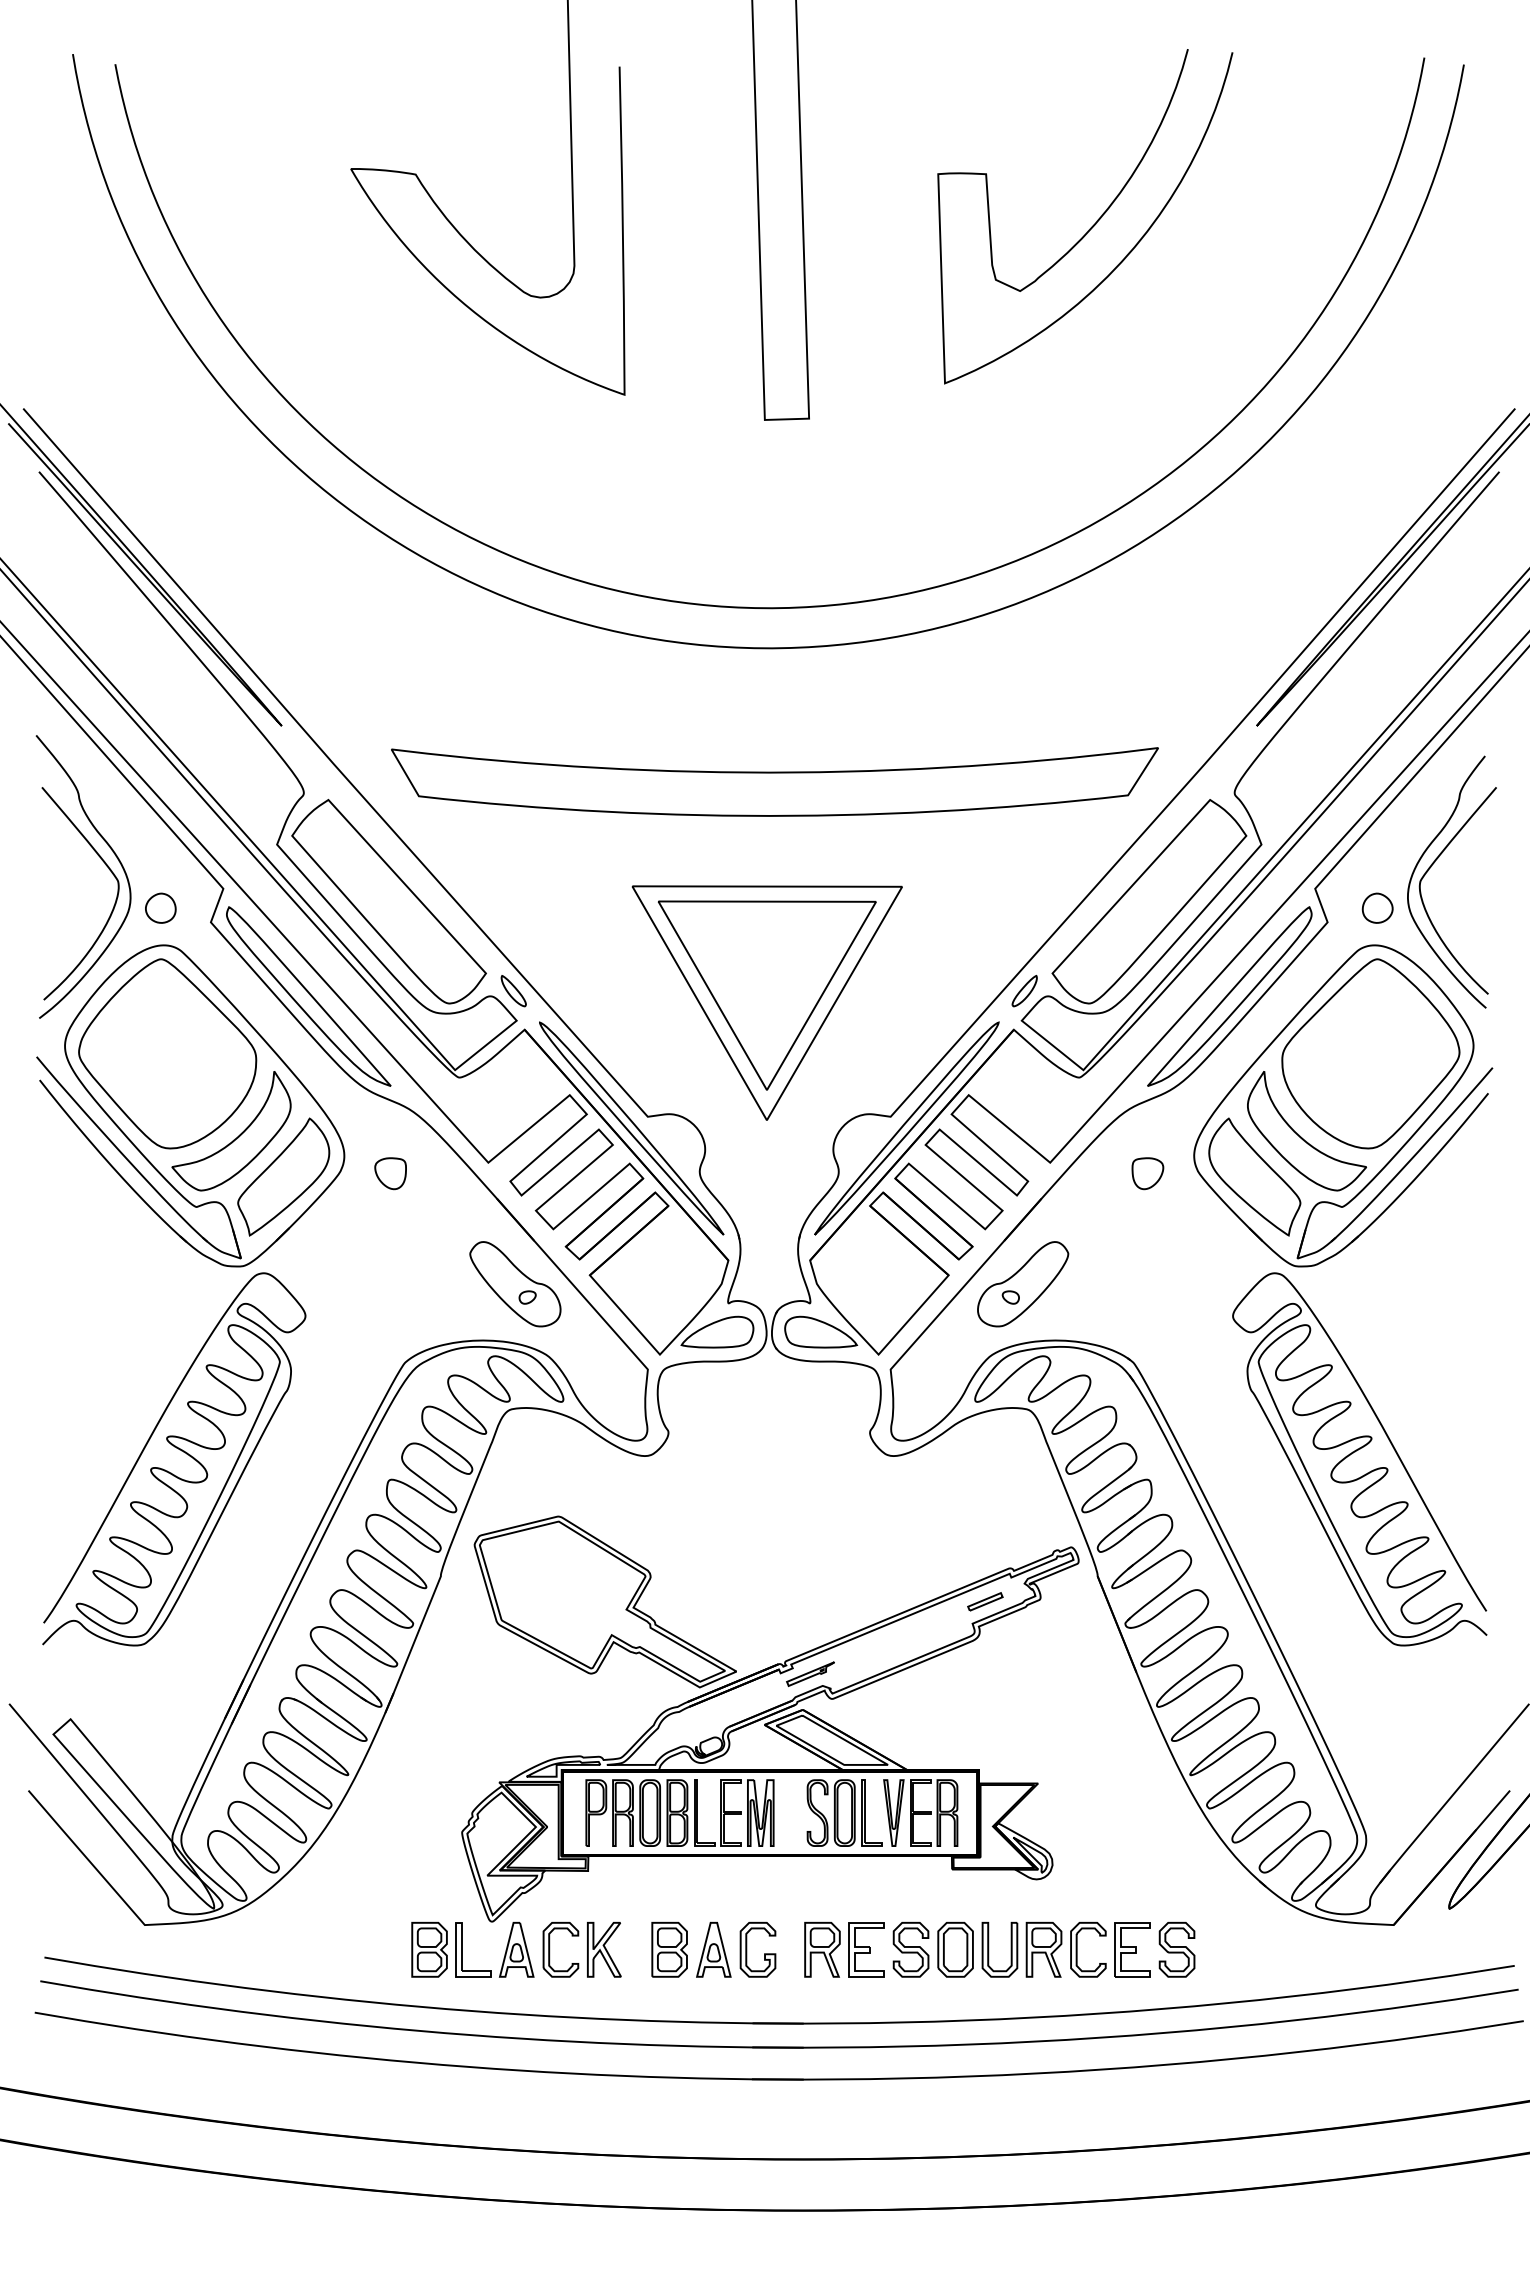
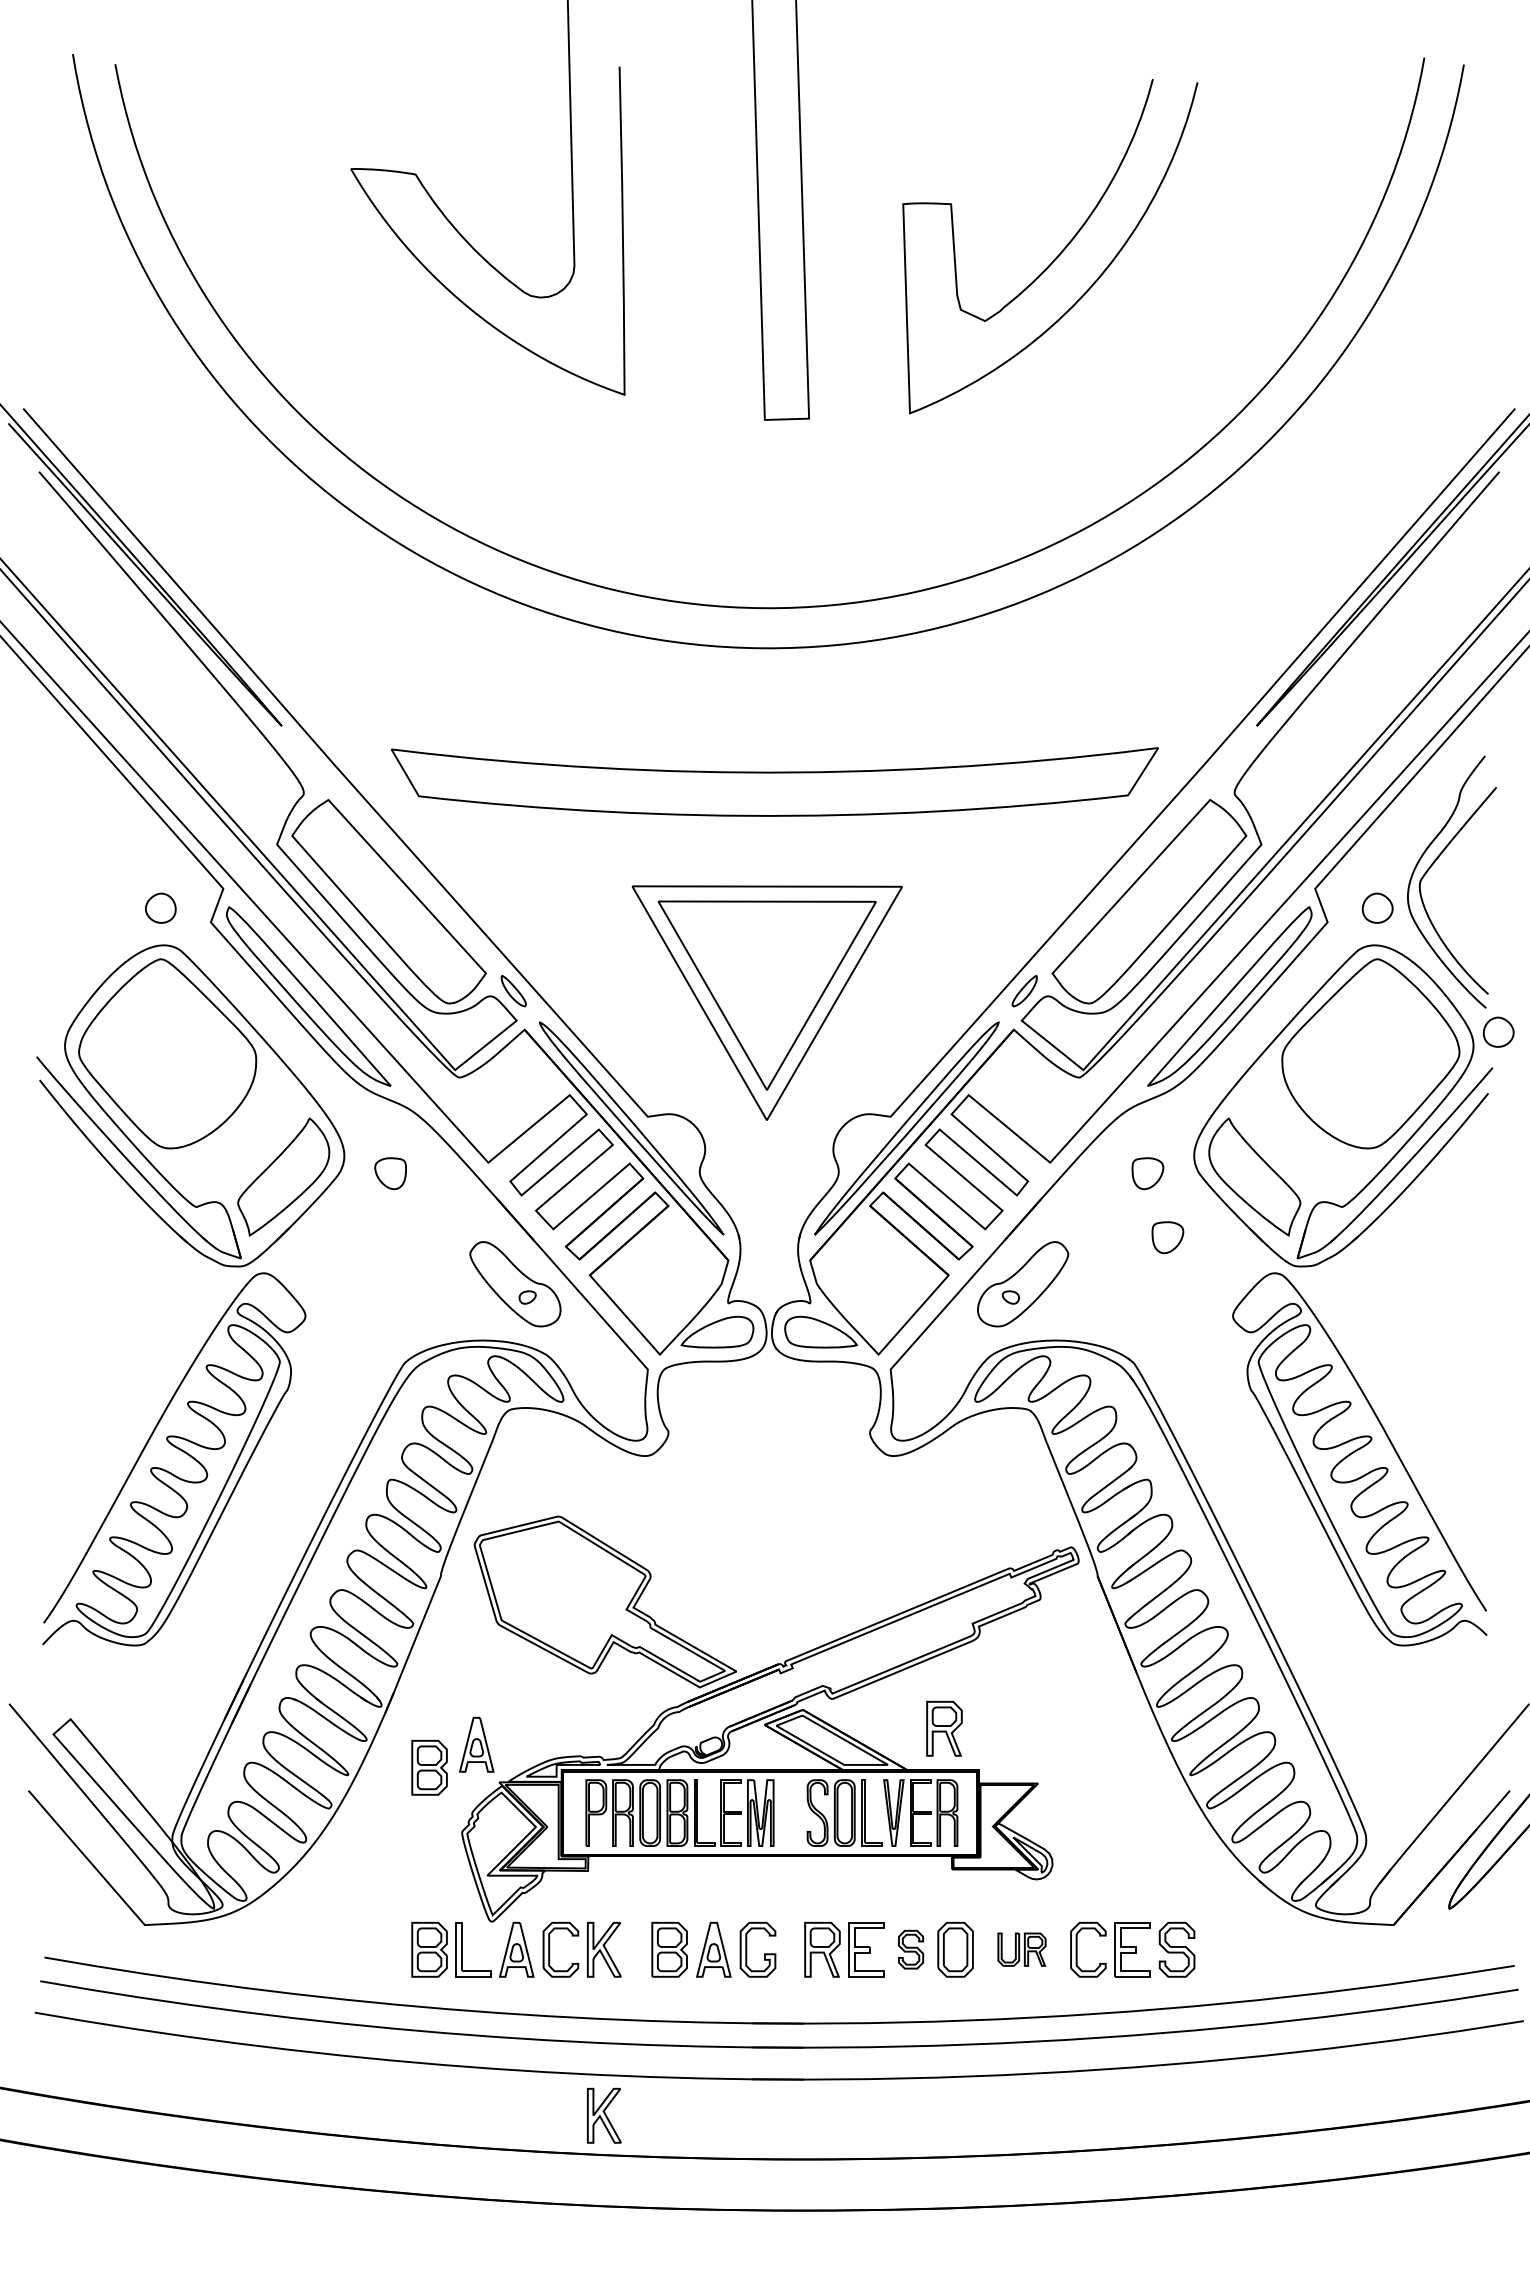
curve at (1093, 224) position: (1093, 224) -> (1058, 254)
part at (101, 860): present -> none
part at (1498, 1031): none -> present
part at (237, 1136): present -> none
part at (1301, 1136): present -> none
part at (1167, 1237): none -> present
part at (985, 1601): present -> none
part at (810, 1673): present -> none
part at (944, 1728): none -> present
part at (476, 1744): none -> present
part at (429, 1767): none -> present
part at (910, 1949) size: 38x57 px -> 27x41 px
part at (1021, 1949) size: 82x57 px -> 50x35 px
part at (604, 2115): none -> present
